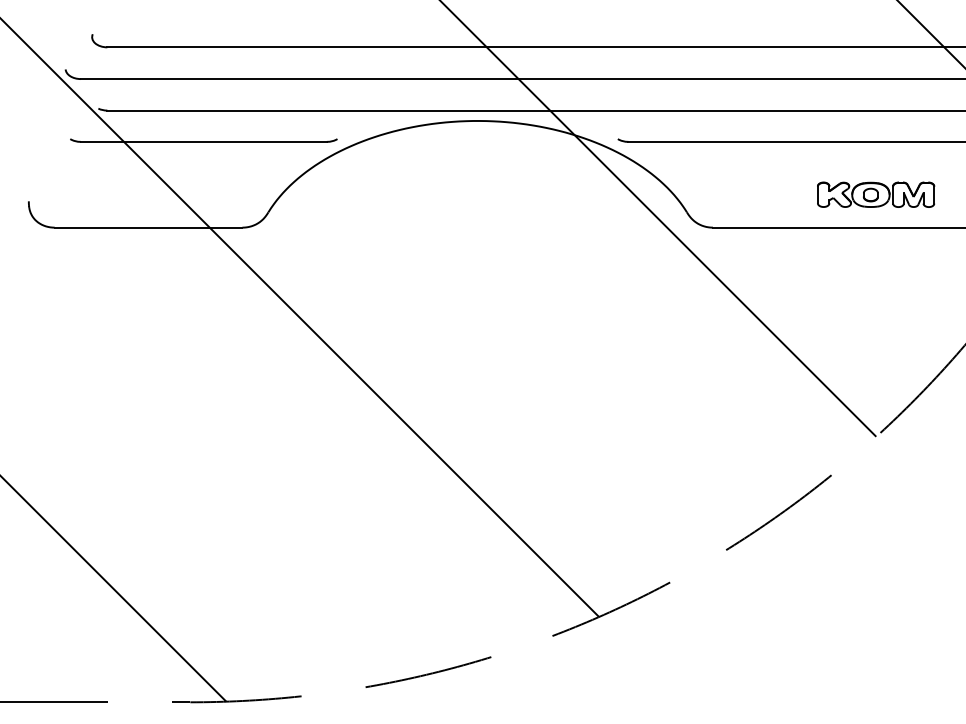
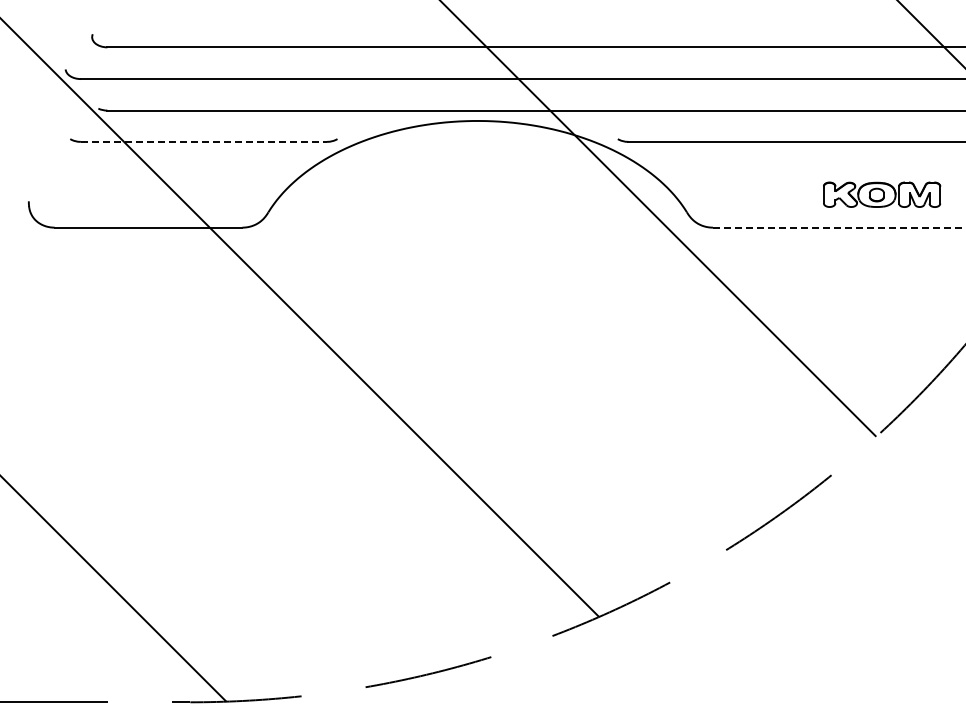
line at (204, 141): solid -> dashed
part at (876, 194) position: (876, 194) -> (882, 194)
line at (838, 227): solid -> dashed
